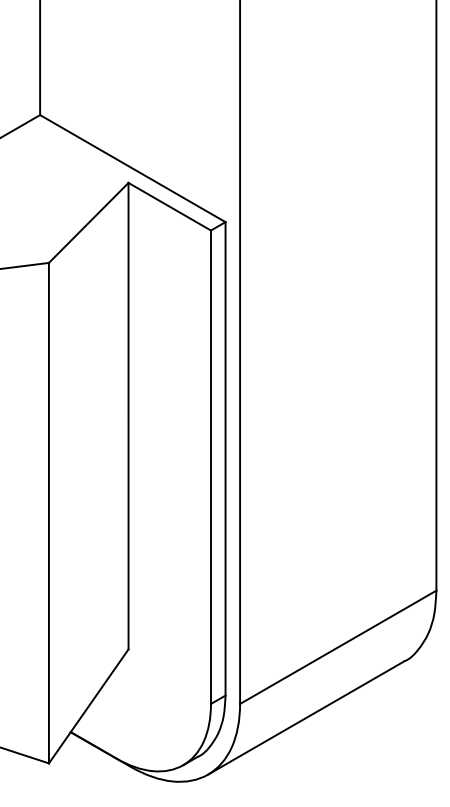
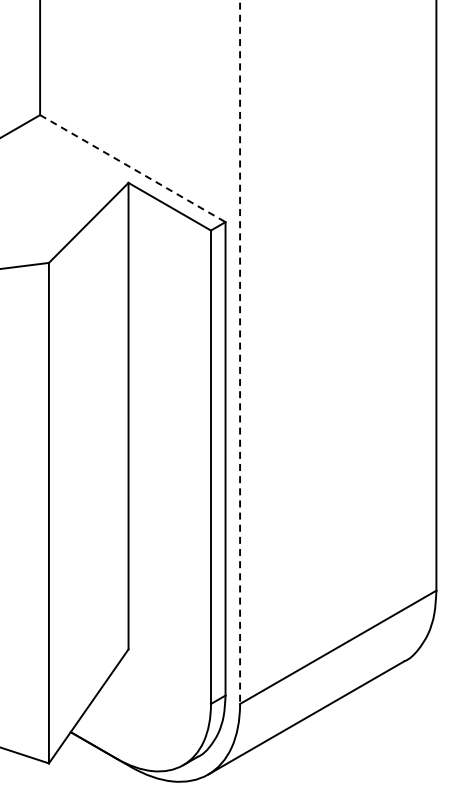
line at (133, 168): solid -> dashed
line at (240, 352): solid -> dashed
